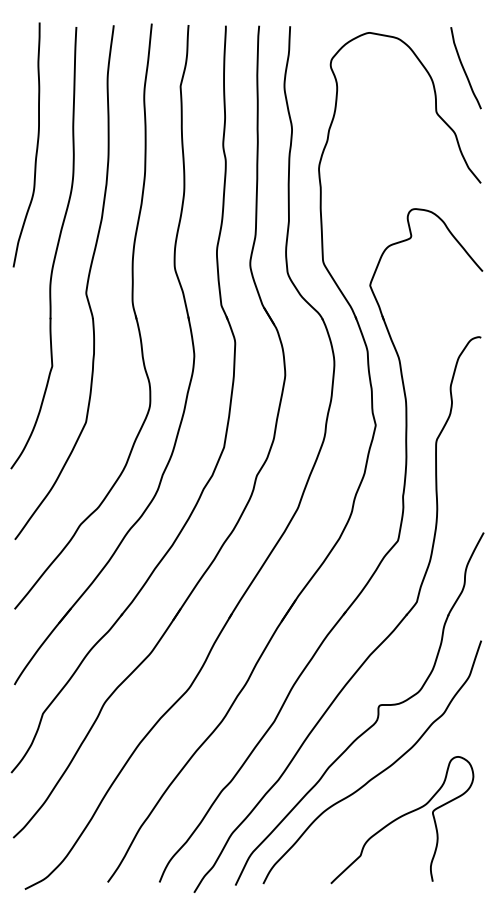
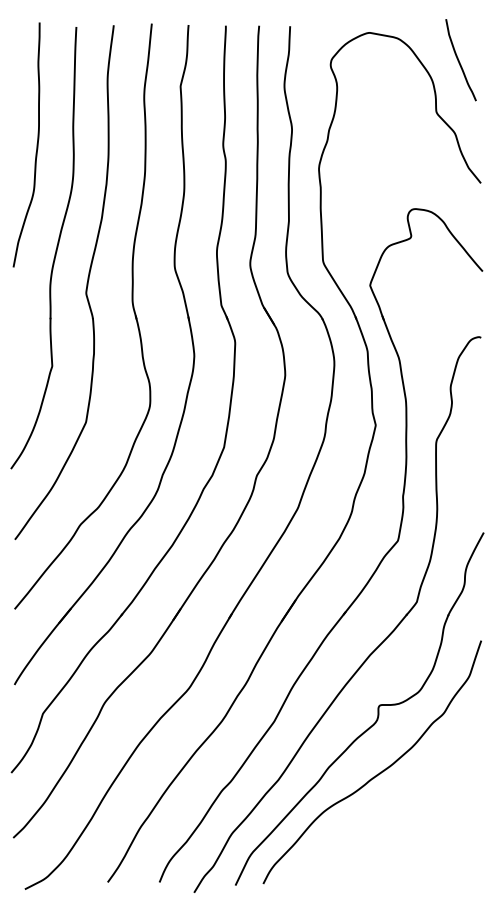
curve at (464, 68) position: (464, 68) -> (459, 60)
curve at (400, 818): present -> none
